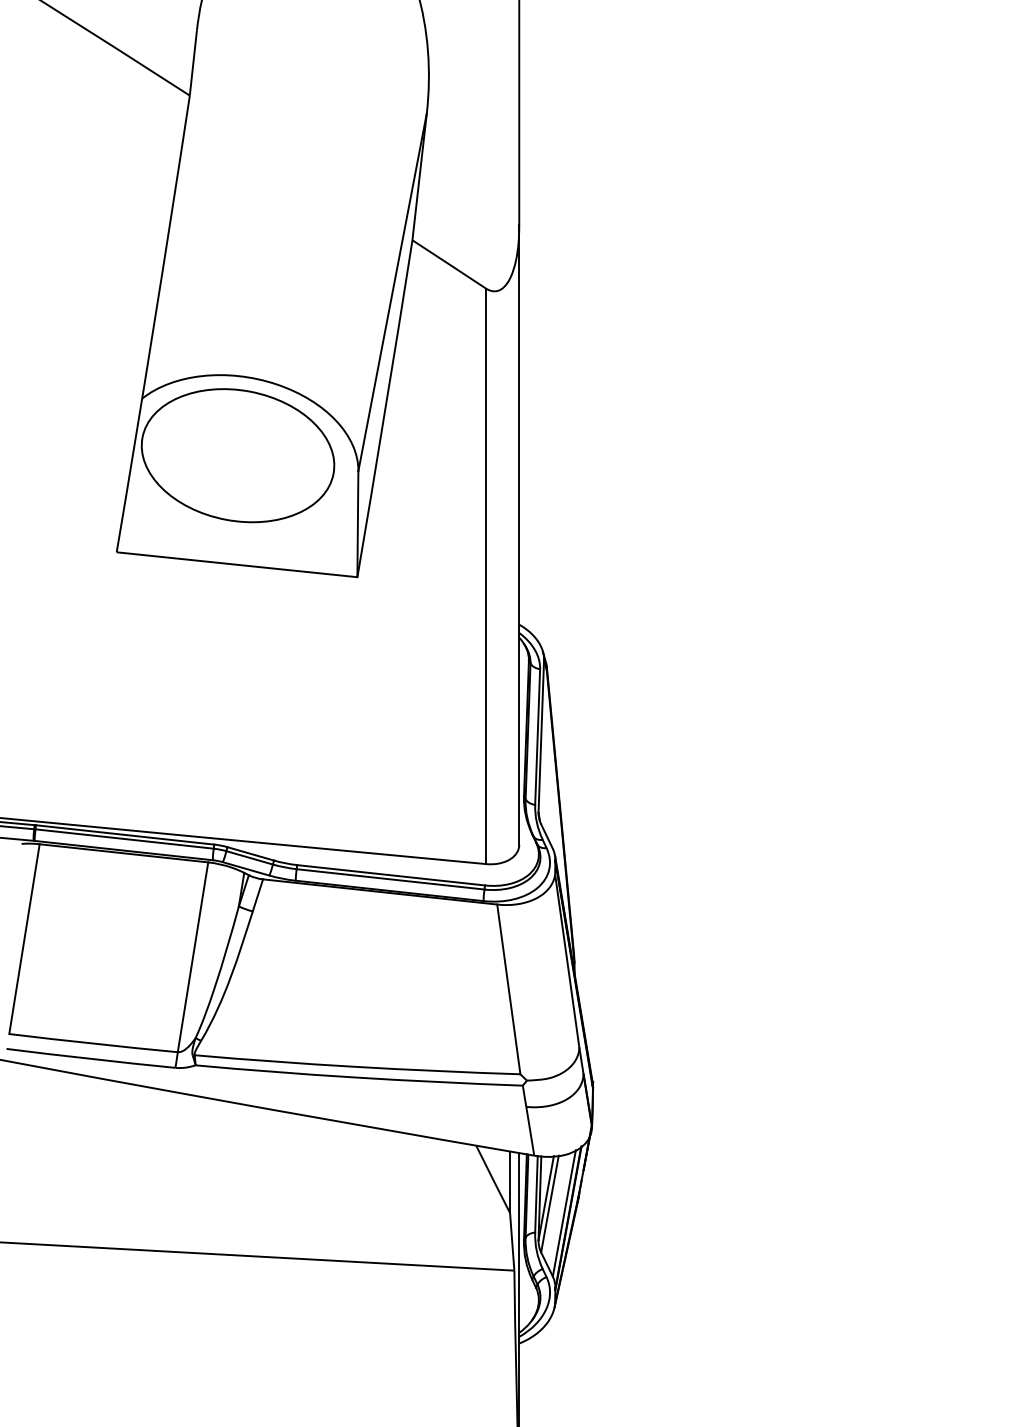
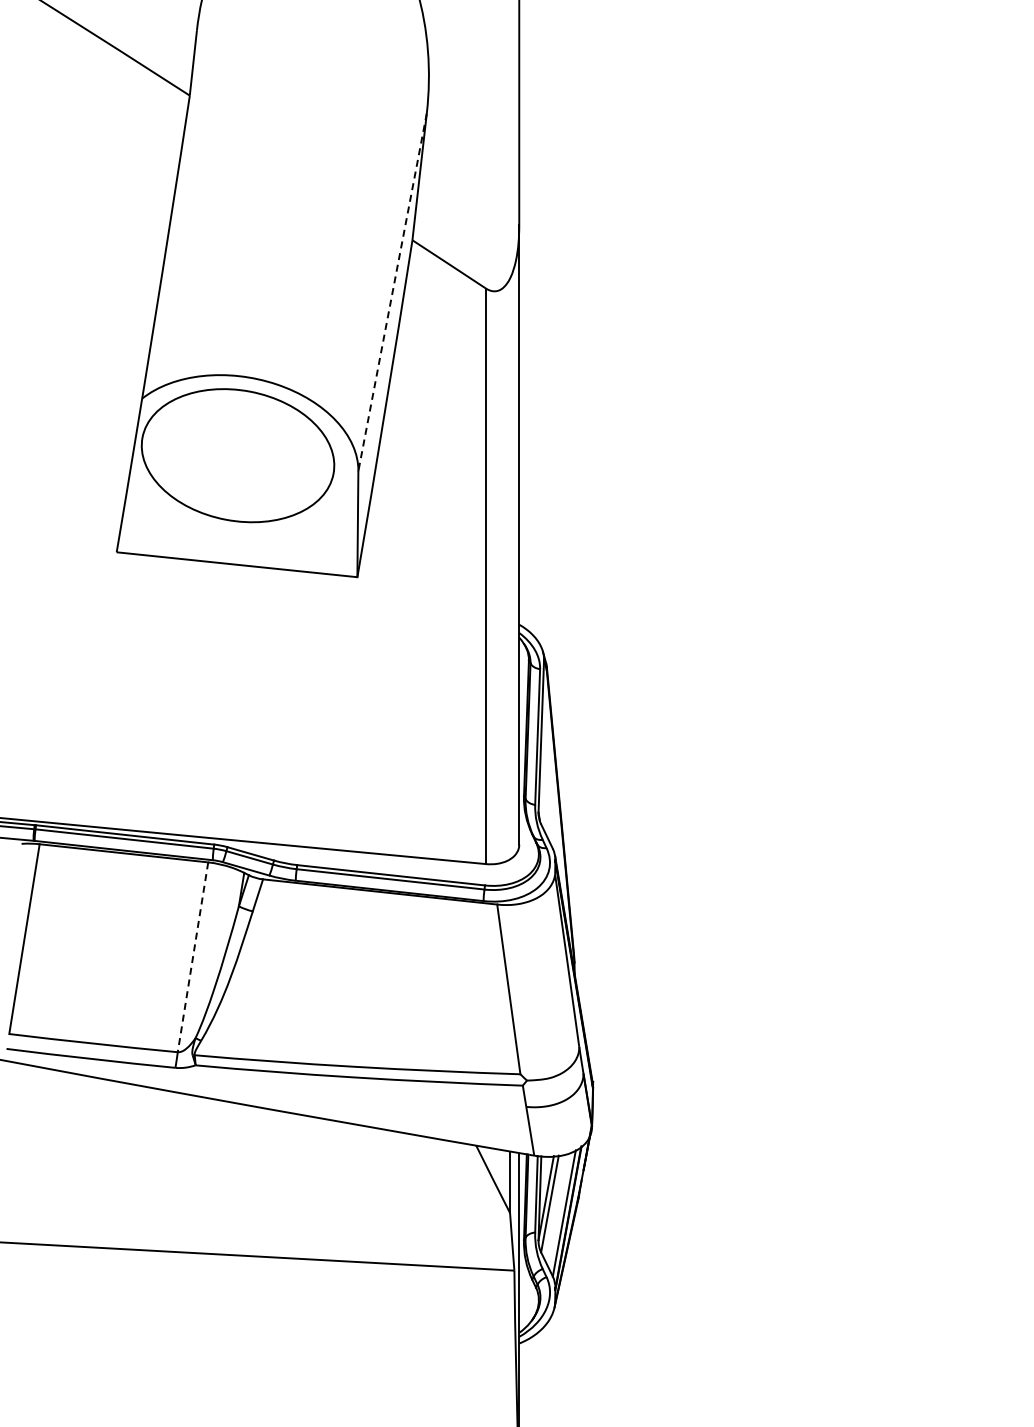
line at (392, 292): solid -> dashed
line at (192, 957): solid -> dashed
